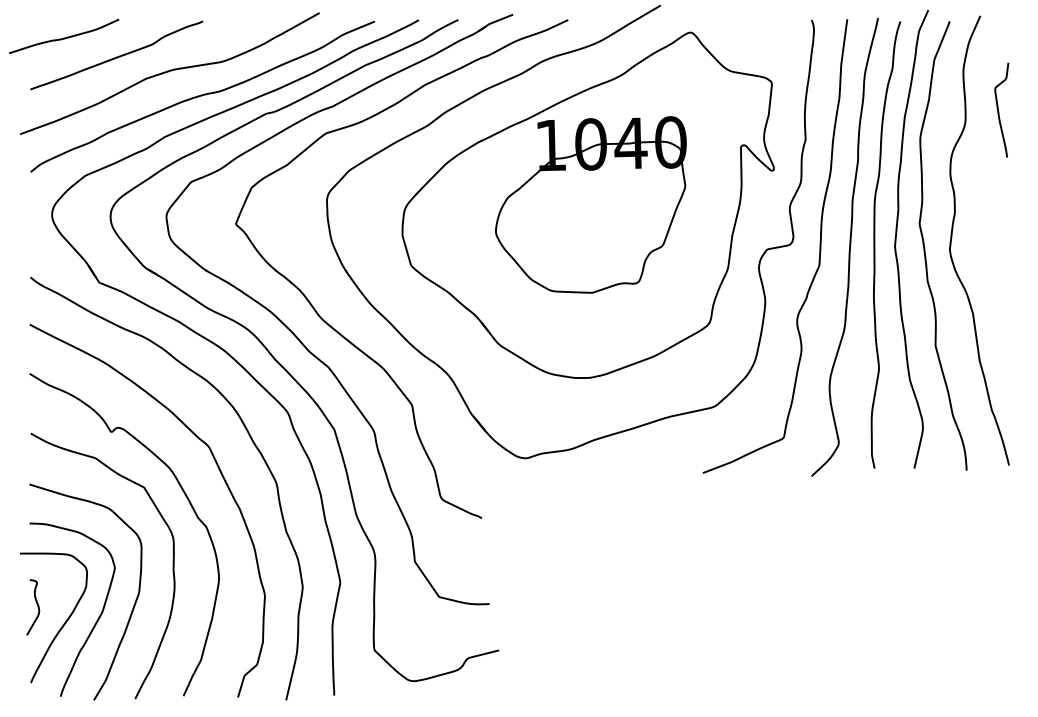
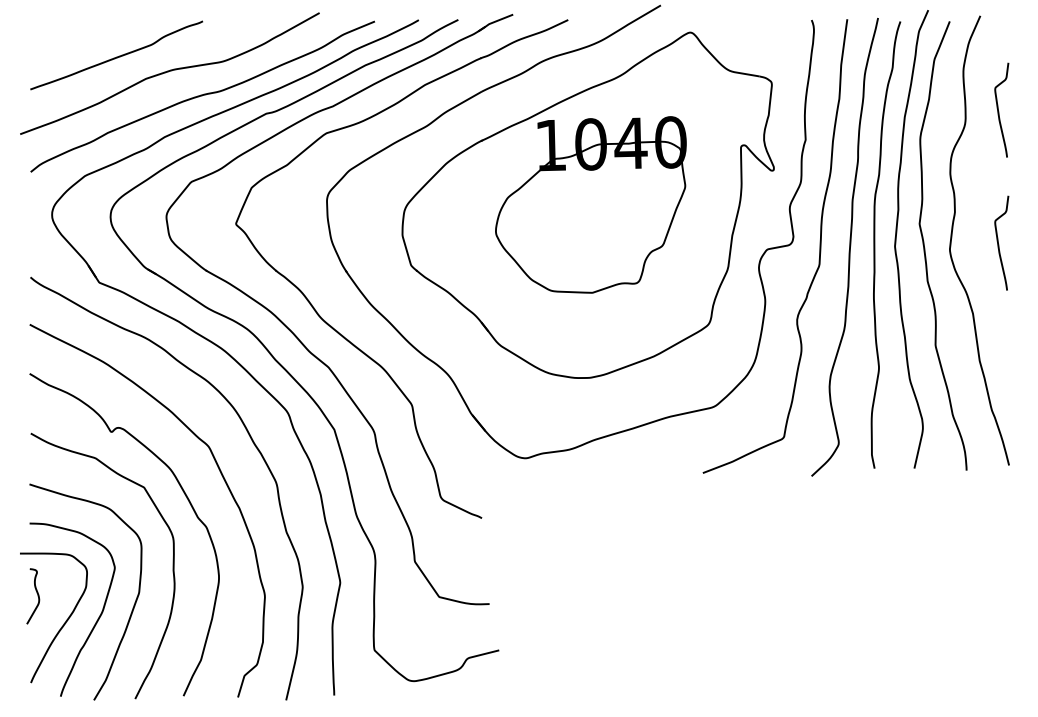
curve at (64, 37): present -> none
curve at (999, 244): none -> present
curve at (37, 607) position: (37, 607) -> (37, 596)
